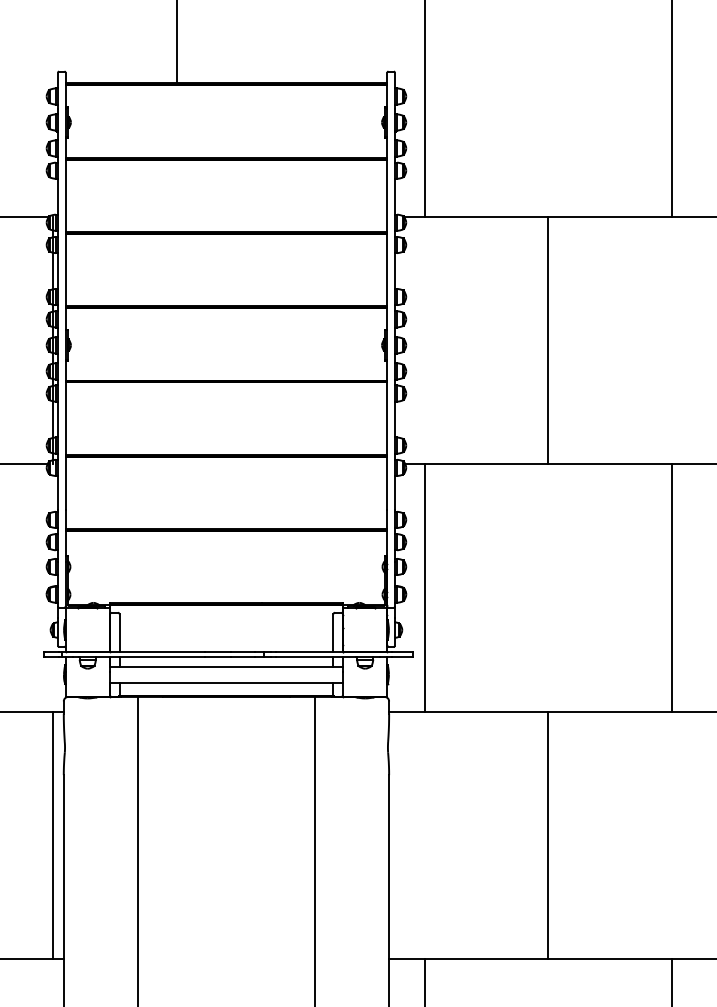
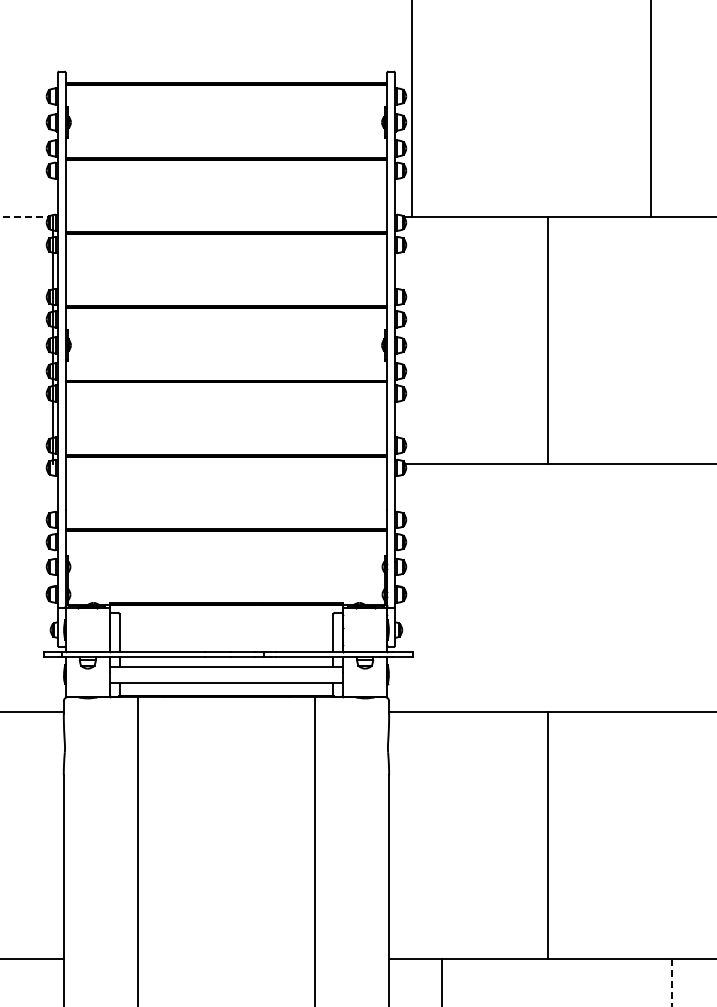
line at (176, 42): present -> none
line at (424, 109) position: (424, 109) -> (411, 109)
line at (672, 109) position: (672, 109) -> (651, 109)
line at (25, 216): solid -> dashed
line at (24, 464): present -> none
line at (424, 587): present -> none
line at (672, 587): present -> none
line at (53, 835): present -> none
line at (424, 981) position: (424, 981) -> (441, 981)
line at (672, 983): solid -> dashed
